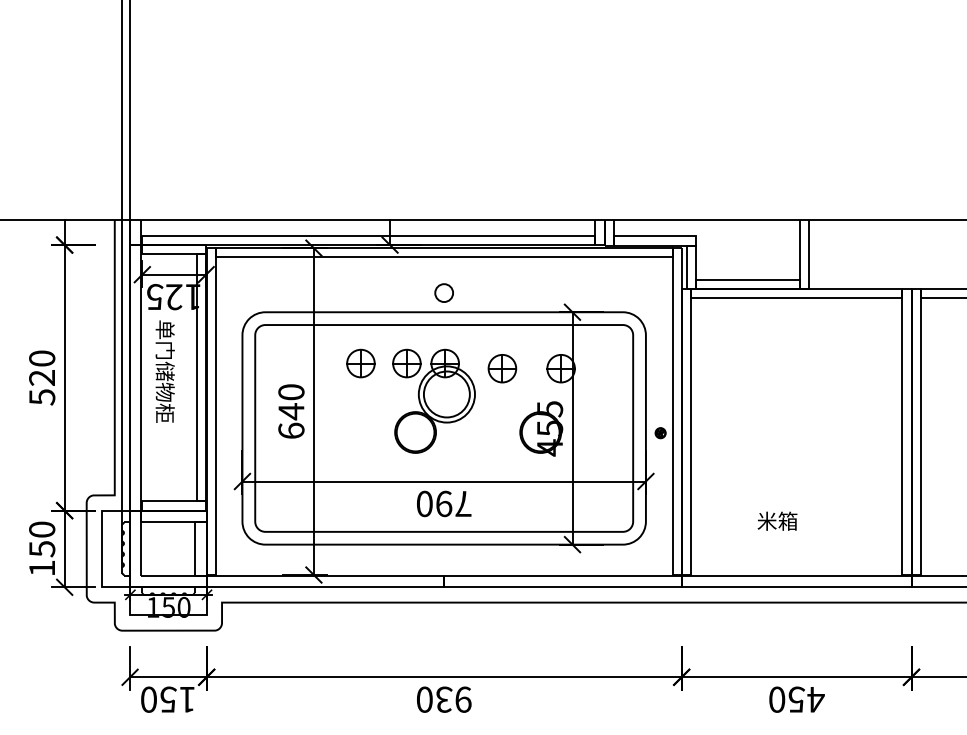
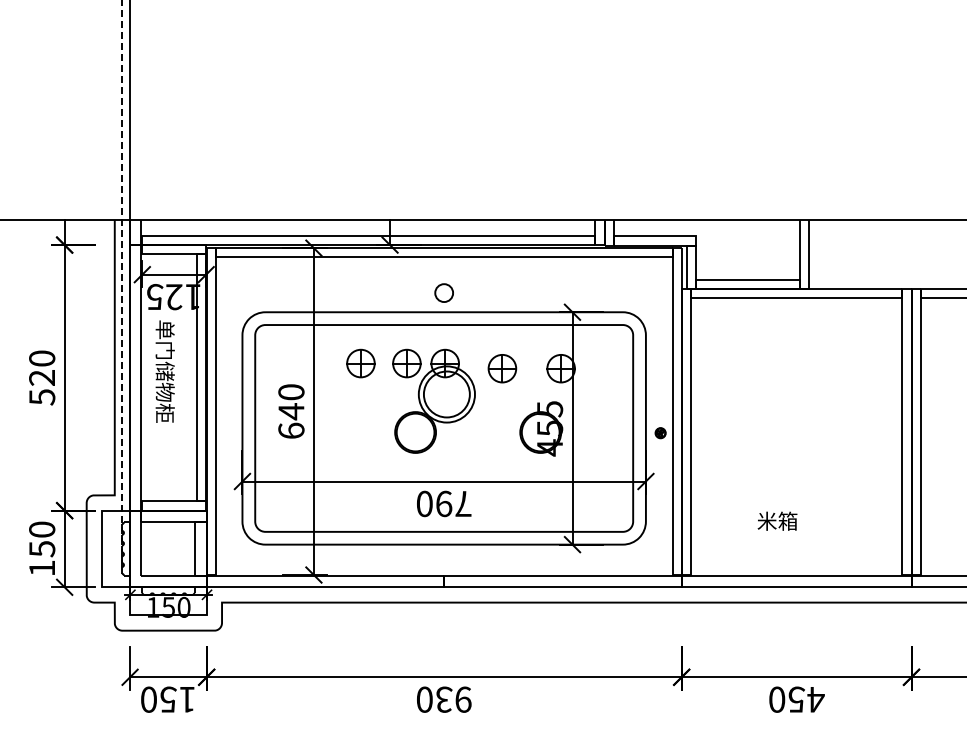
line at (121, 283): solid -> dashed
